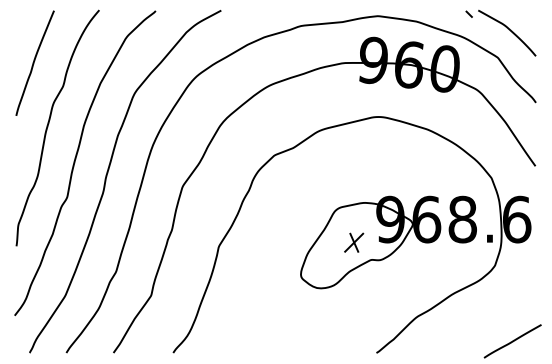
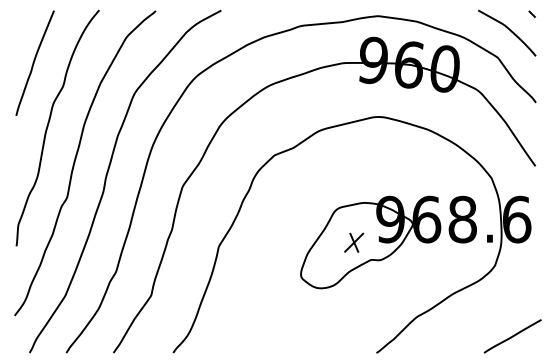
line at (468, 13) position: (468, 13) -> (531, 13)
line at (512, 341) position: (512, 341) -> (512, 336)
